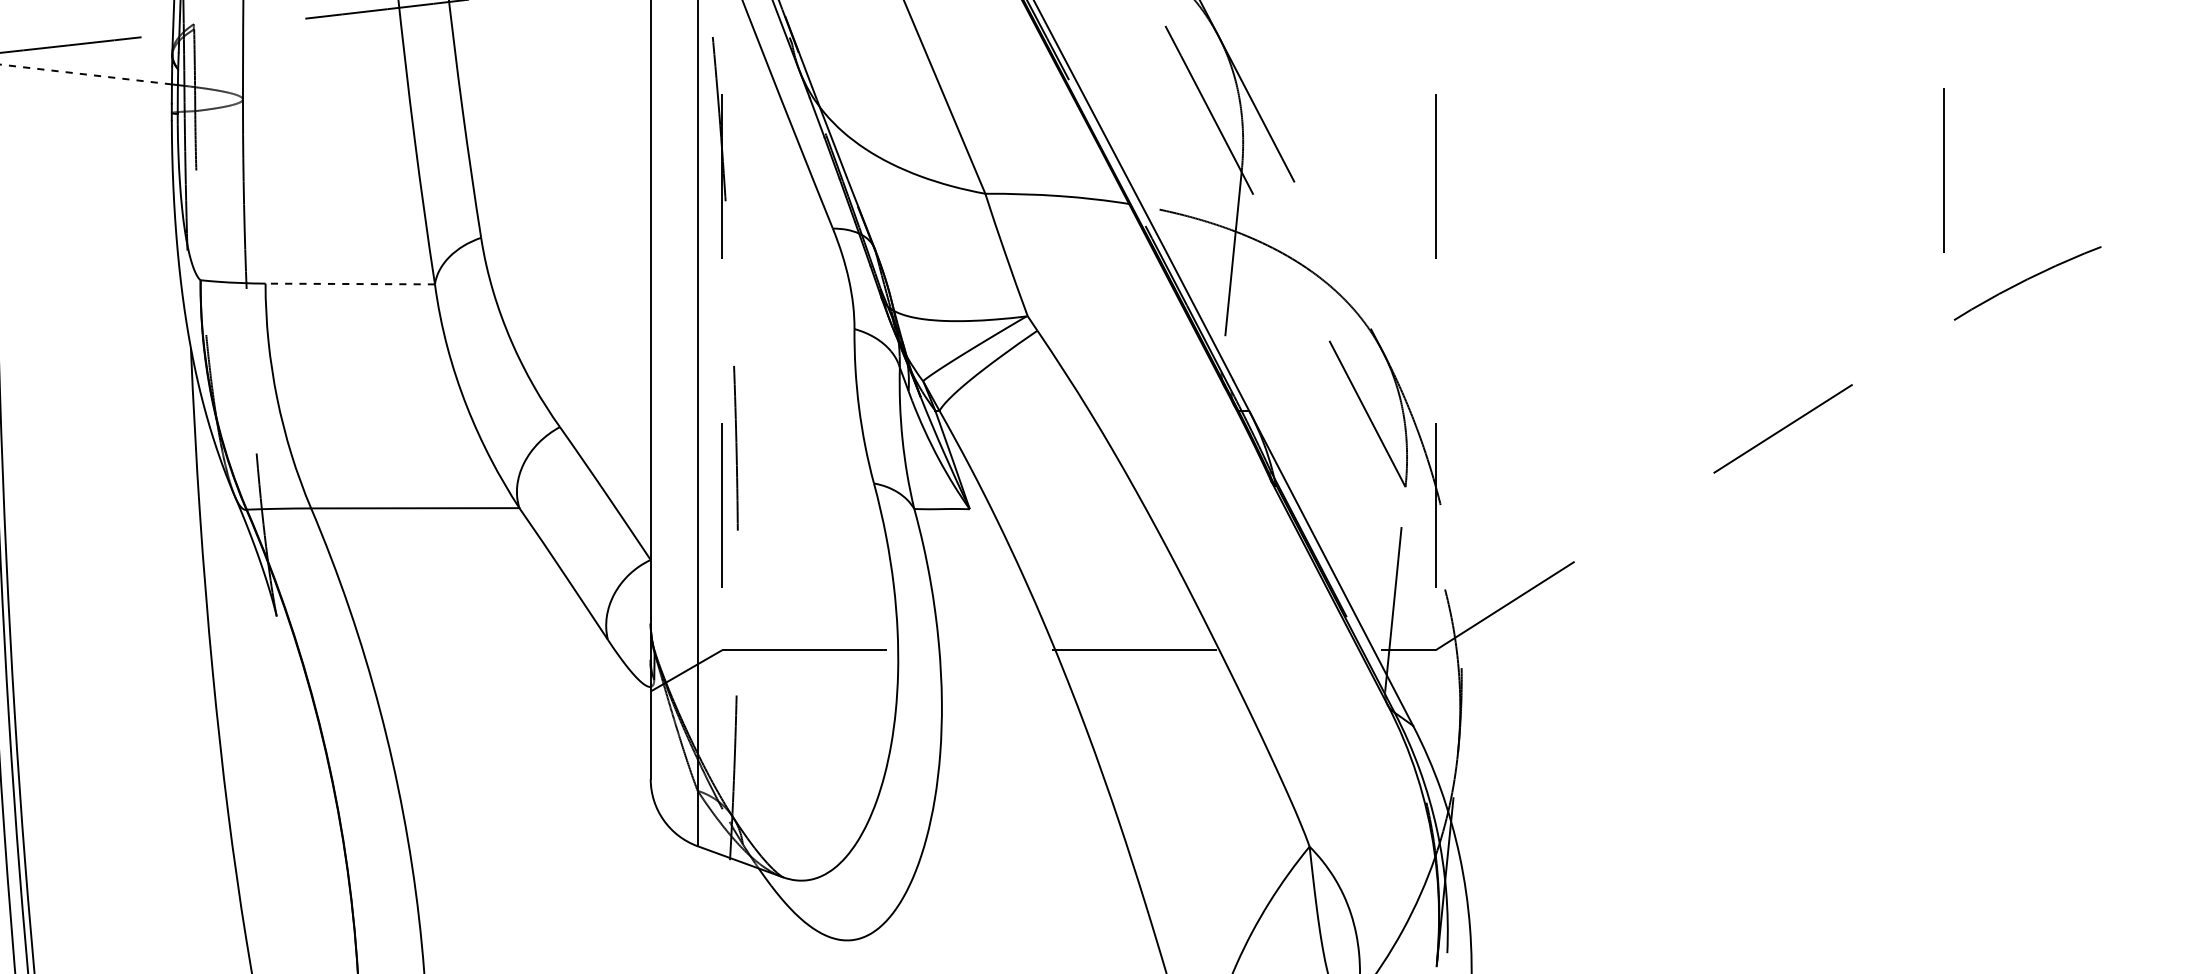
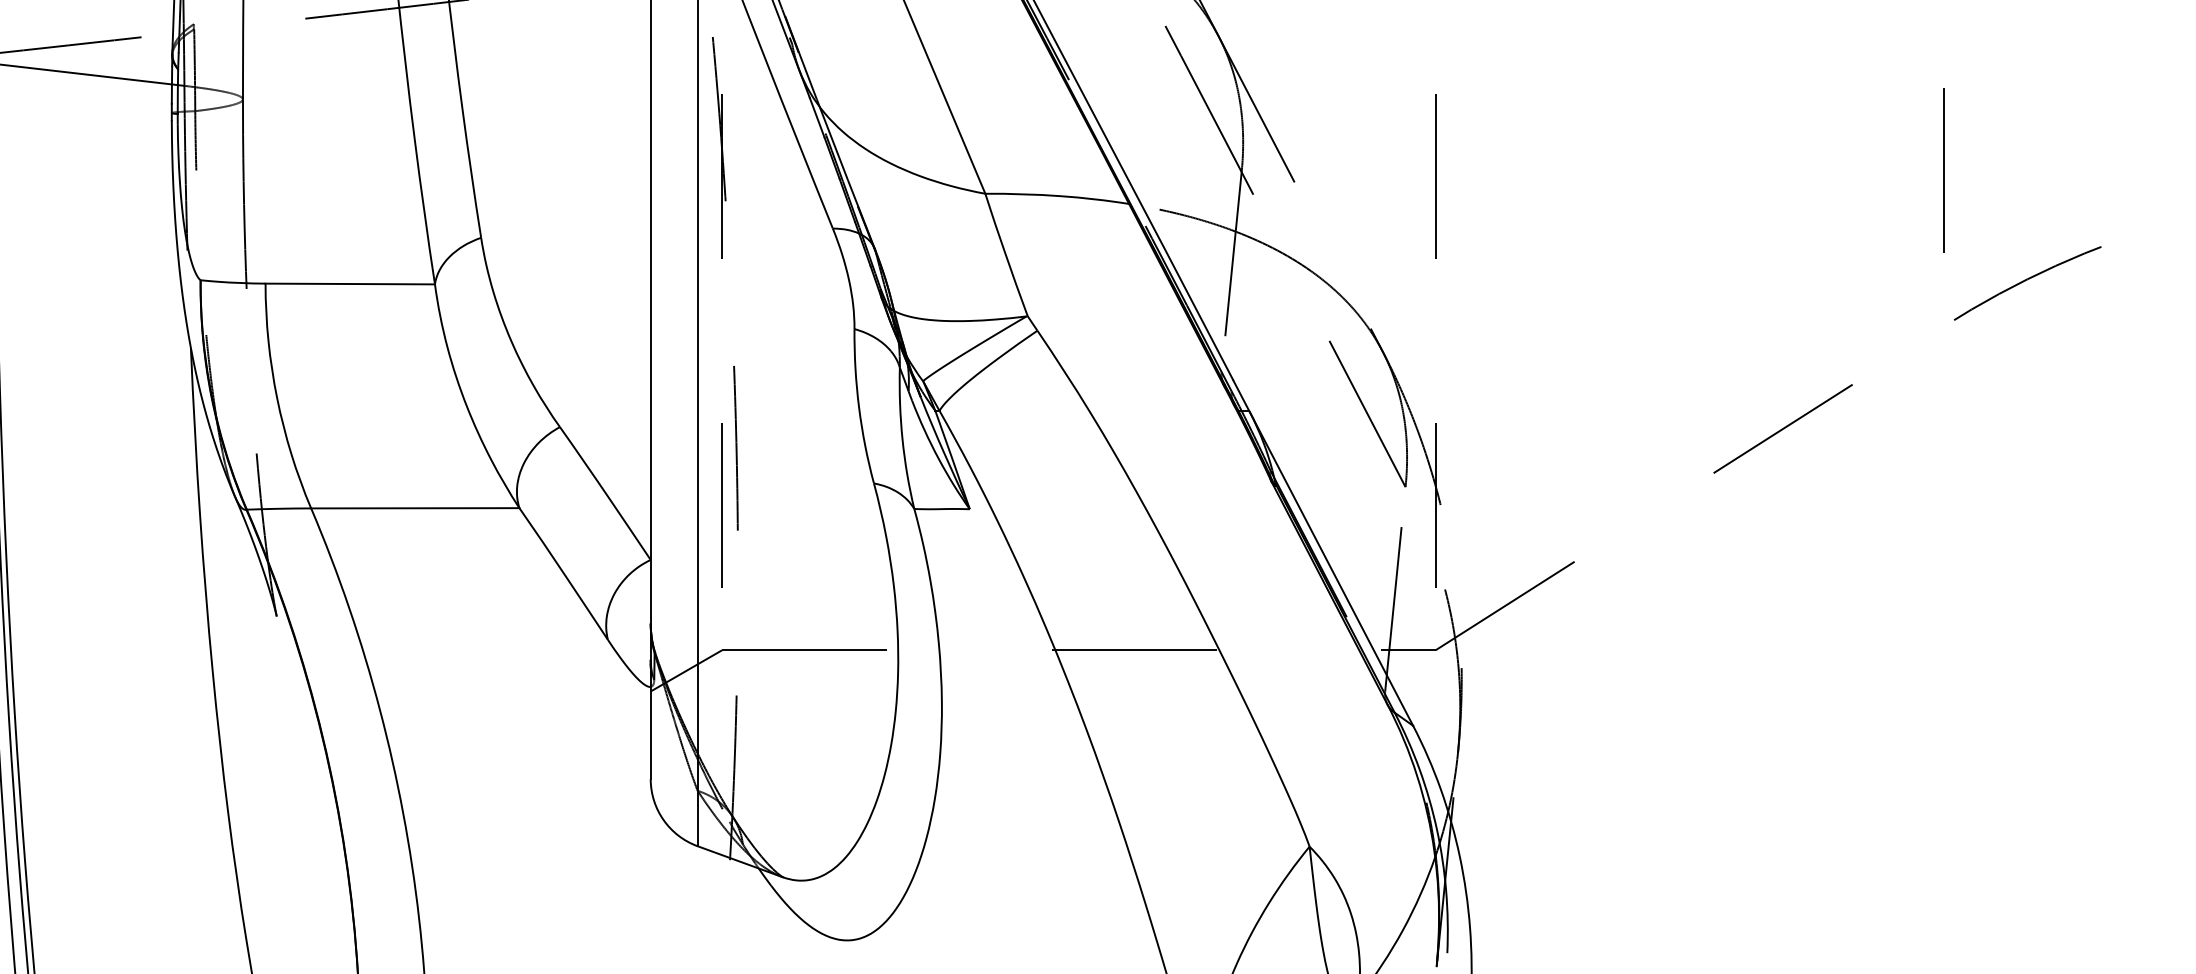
line at (85, 74): dashed -> solid
line at (350, 284): dashed -> solid
